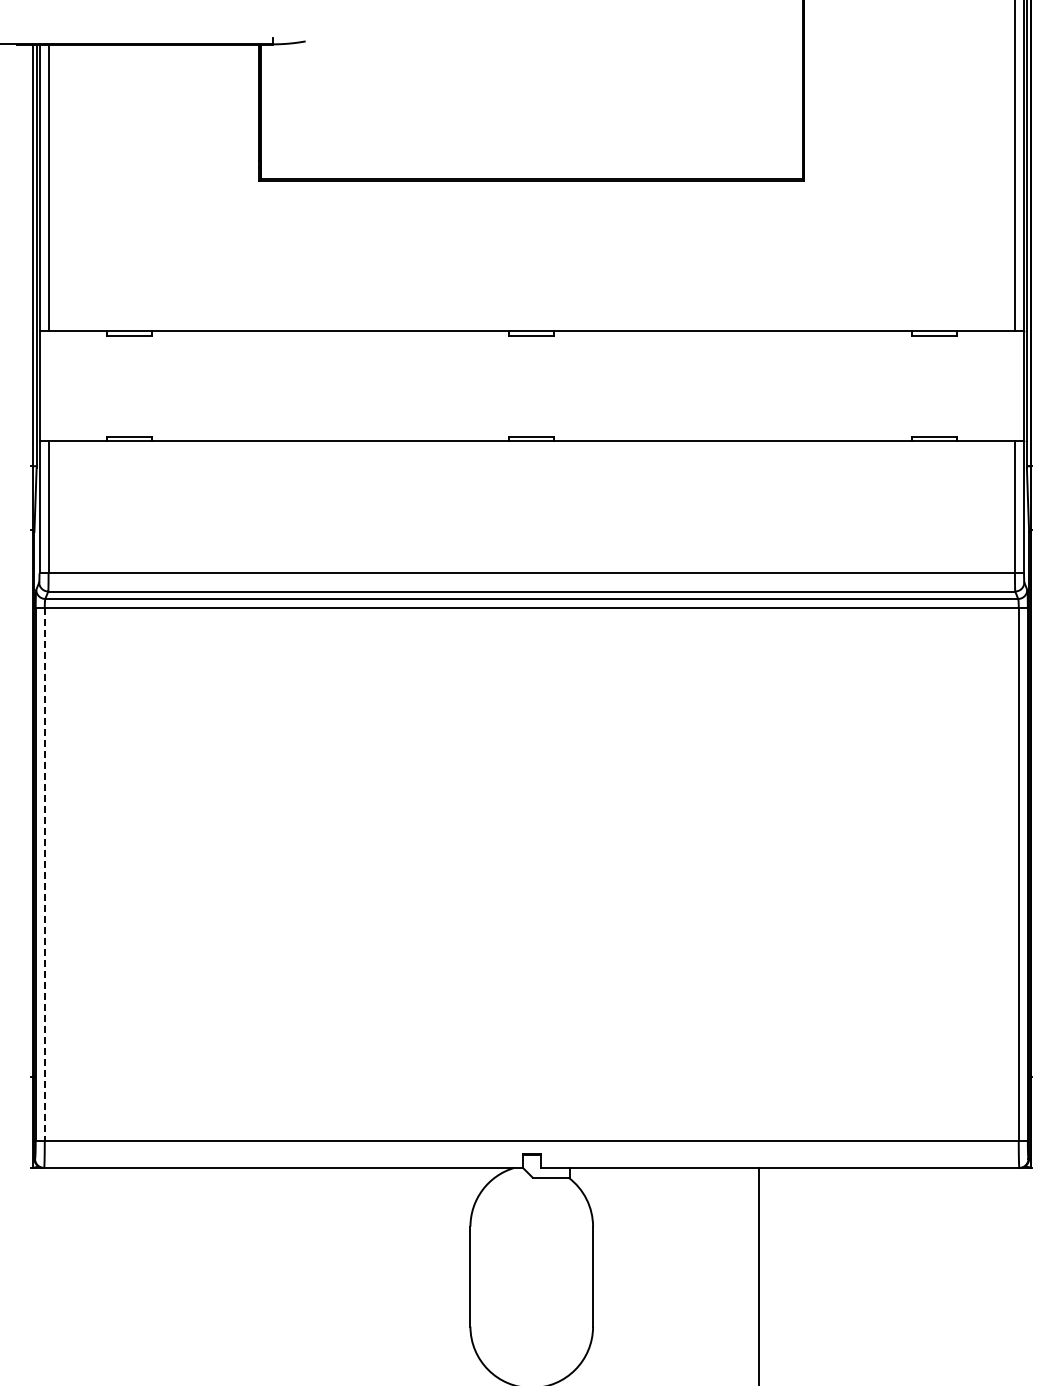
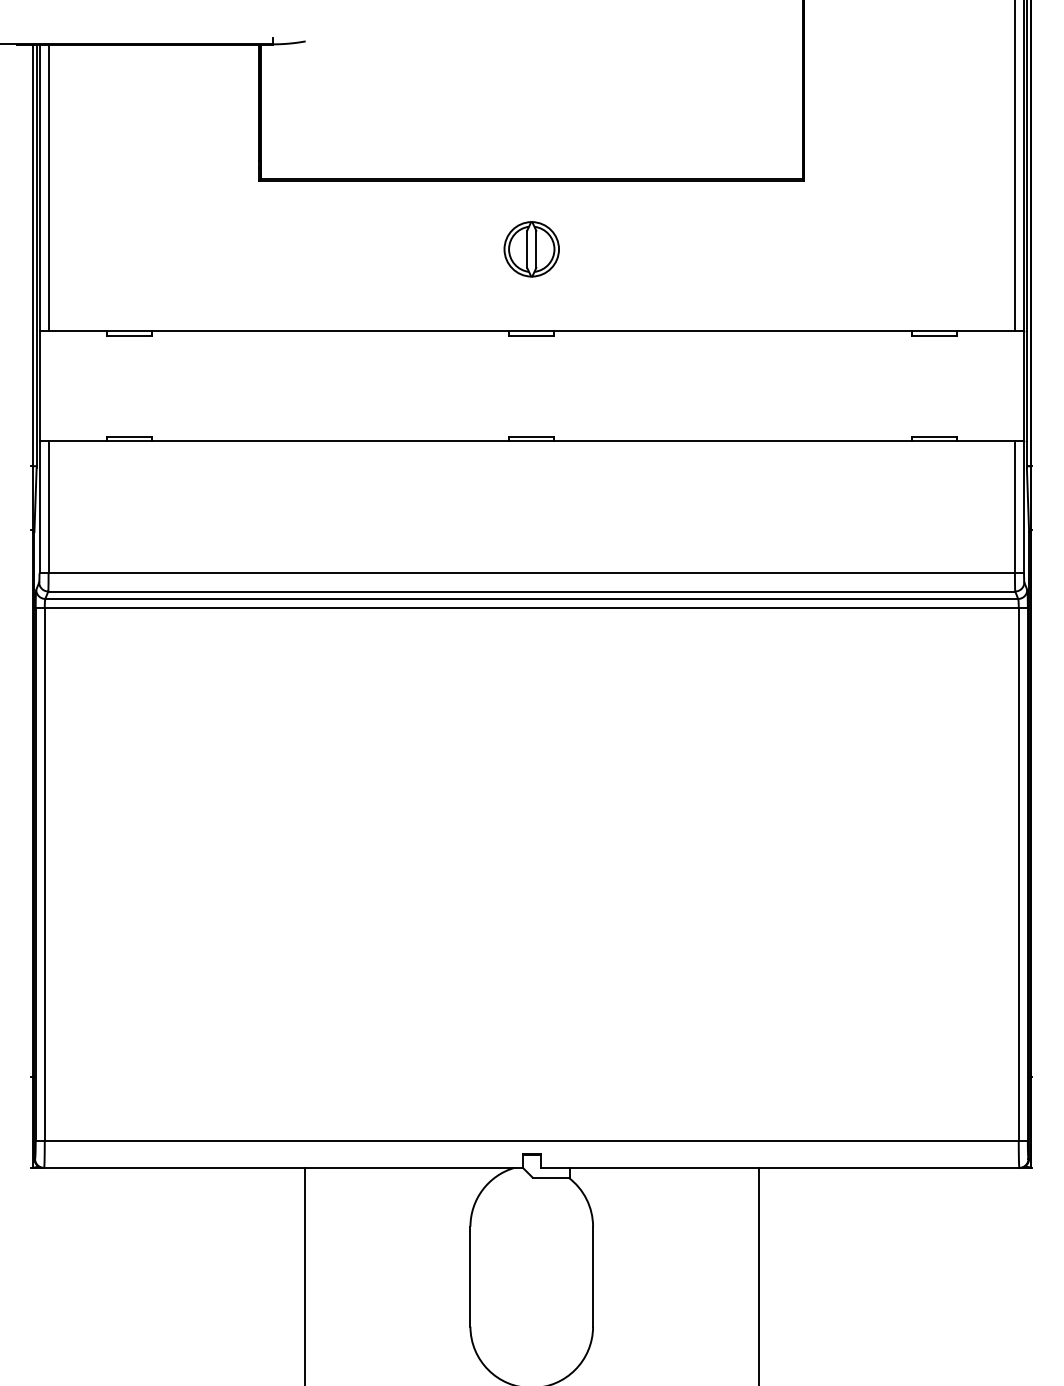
part at (531, 249): none -> present
line at (44, 874): dashed -> solid
line at (304, 1274): none -> present
